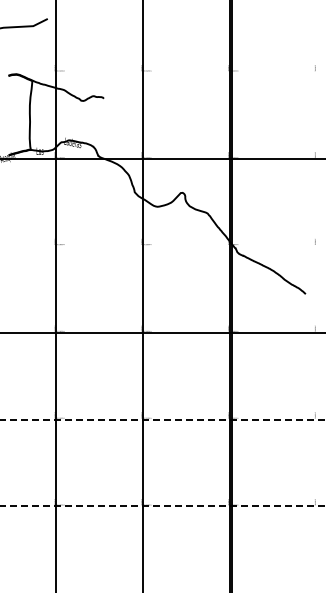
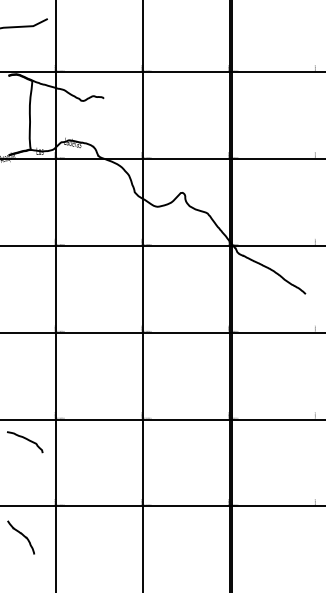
line at (162, 72): none -> present
line at (162, 246): none -> present
line at (163, 419): dashed -> solid
curve at (27, 440): none -> present
line at (163, 506): dashed -> solid
curve at (22, 535): none -> present
